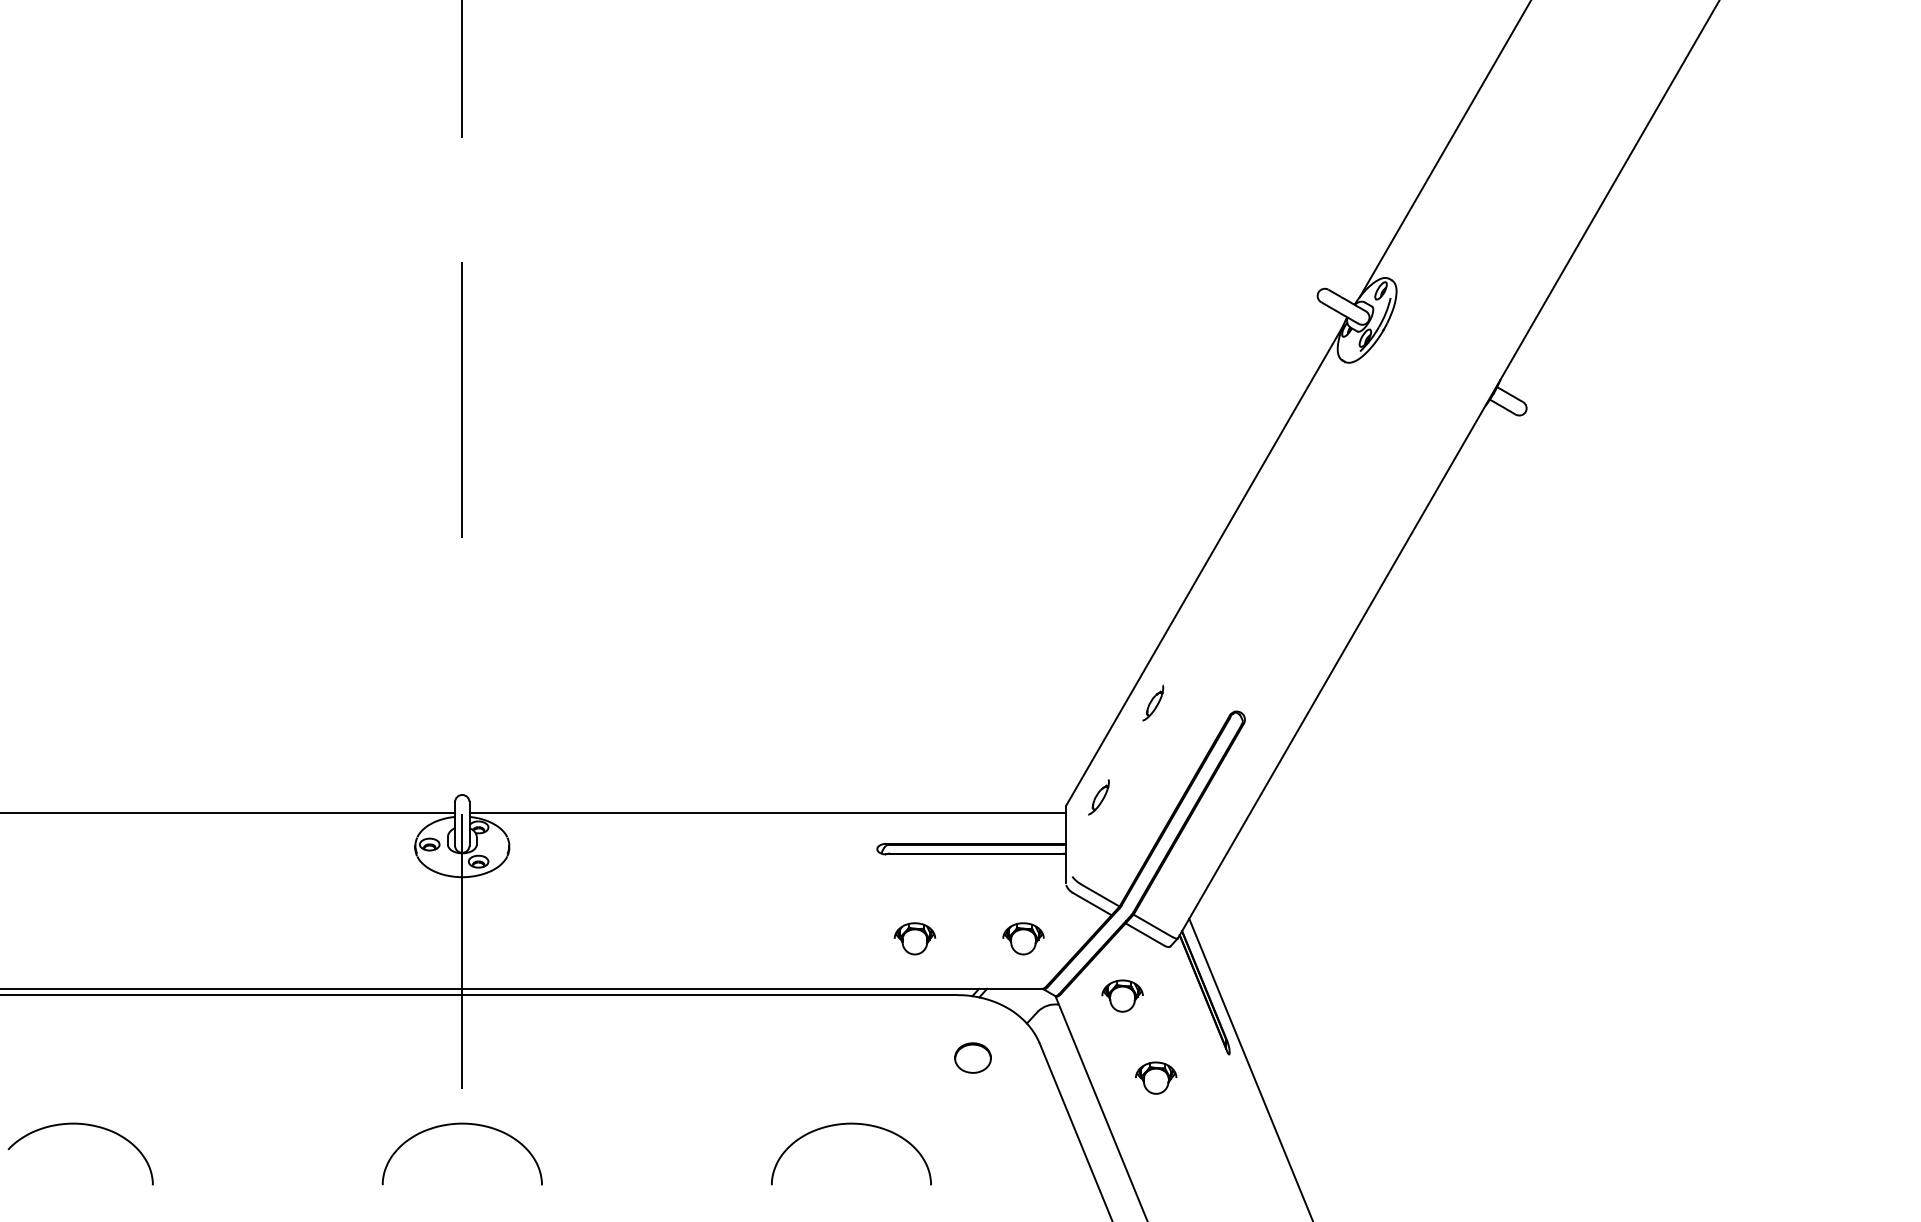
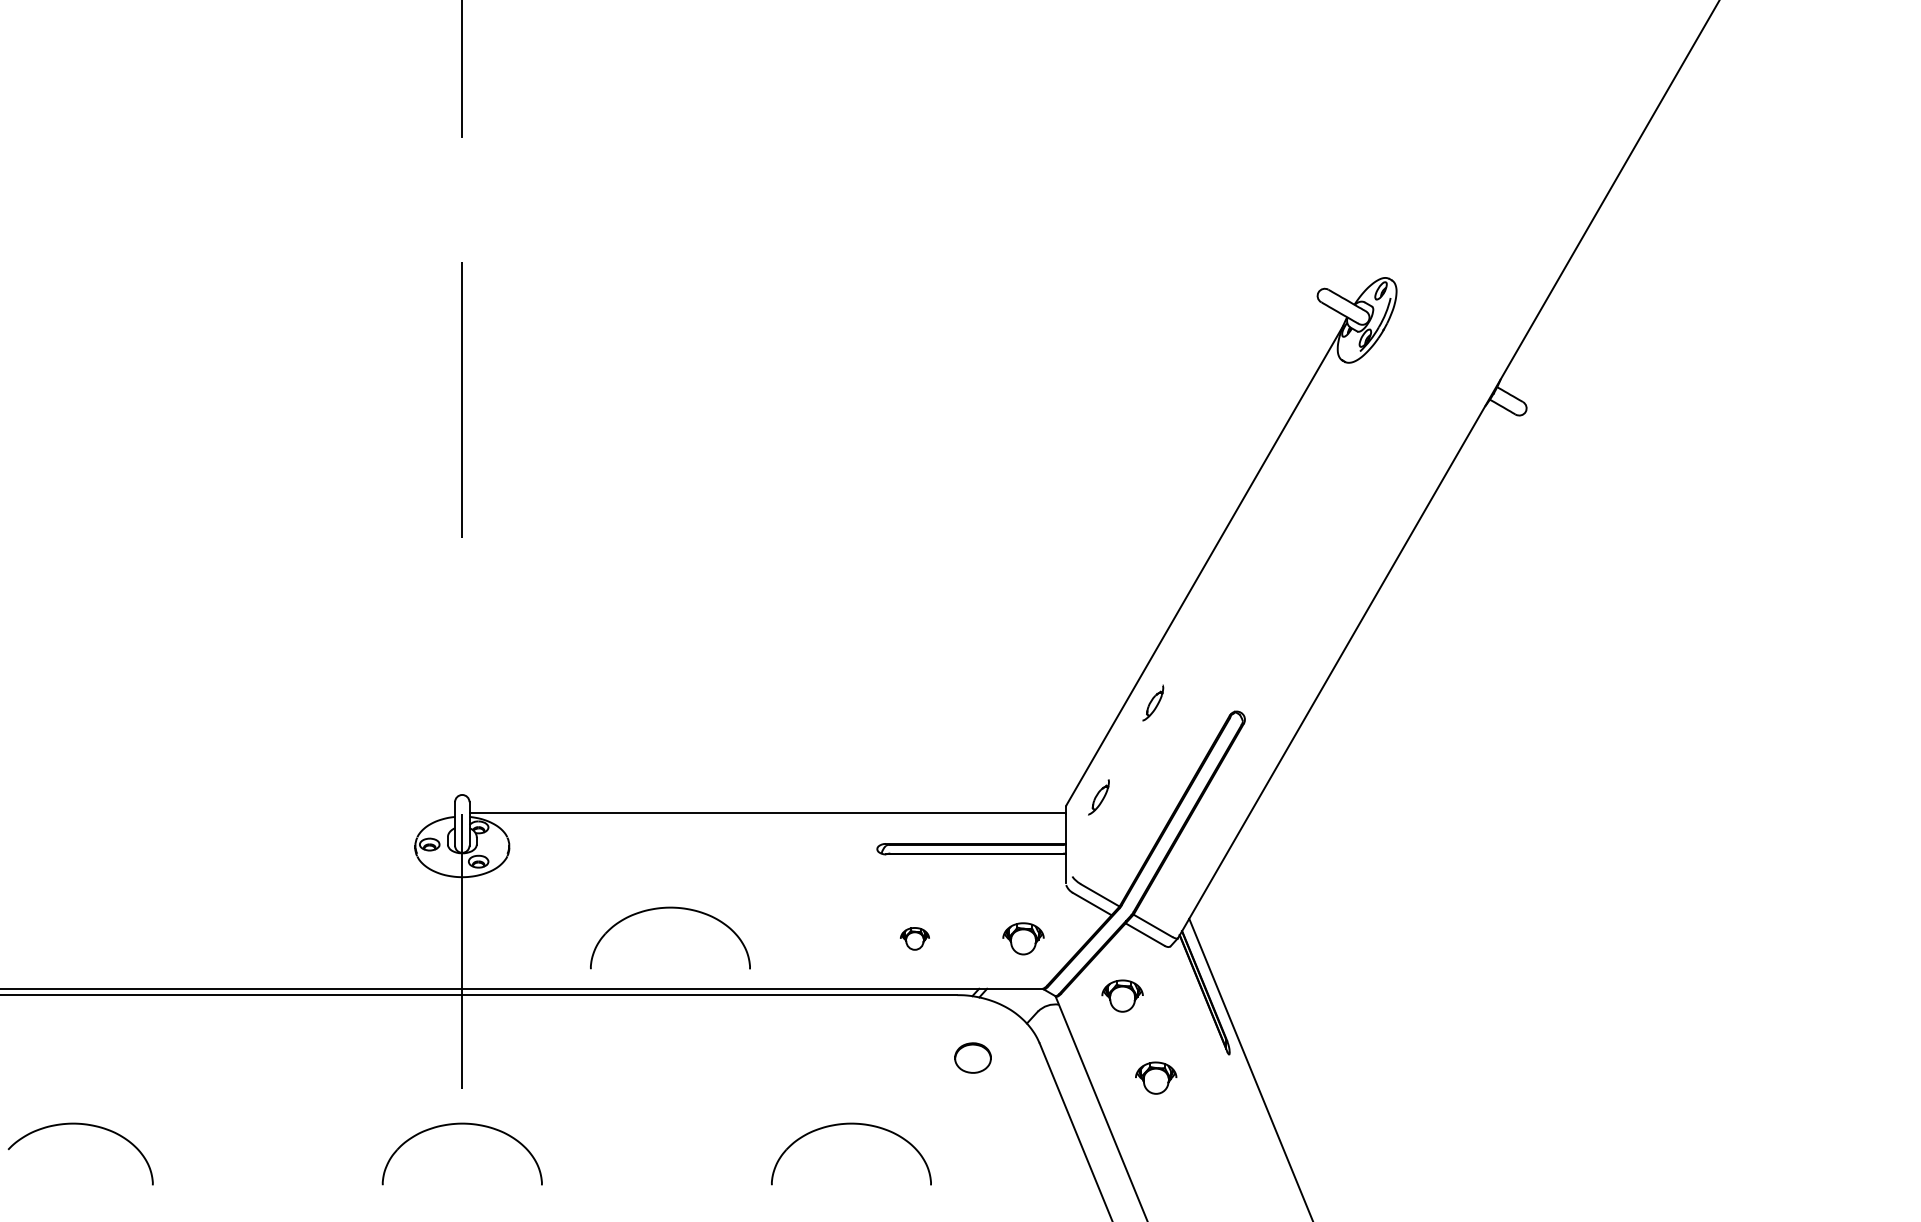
line at (1444, 149): present -> none
line at (228, 813): present -> none
part at (670, 908): none -> present
part at (914, 938) size: 44x34 px -> 30x24 px
